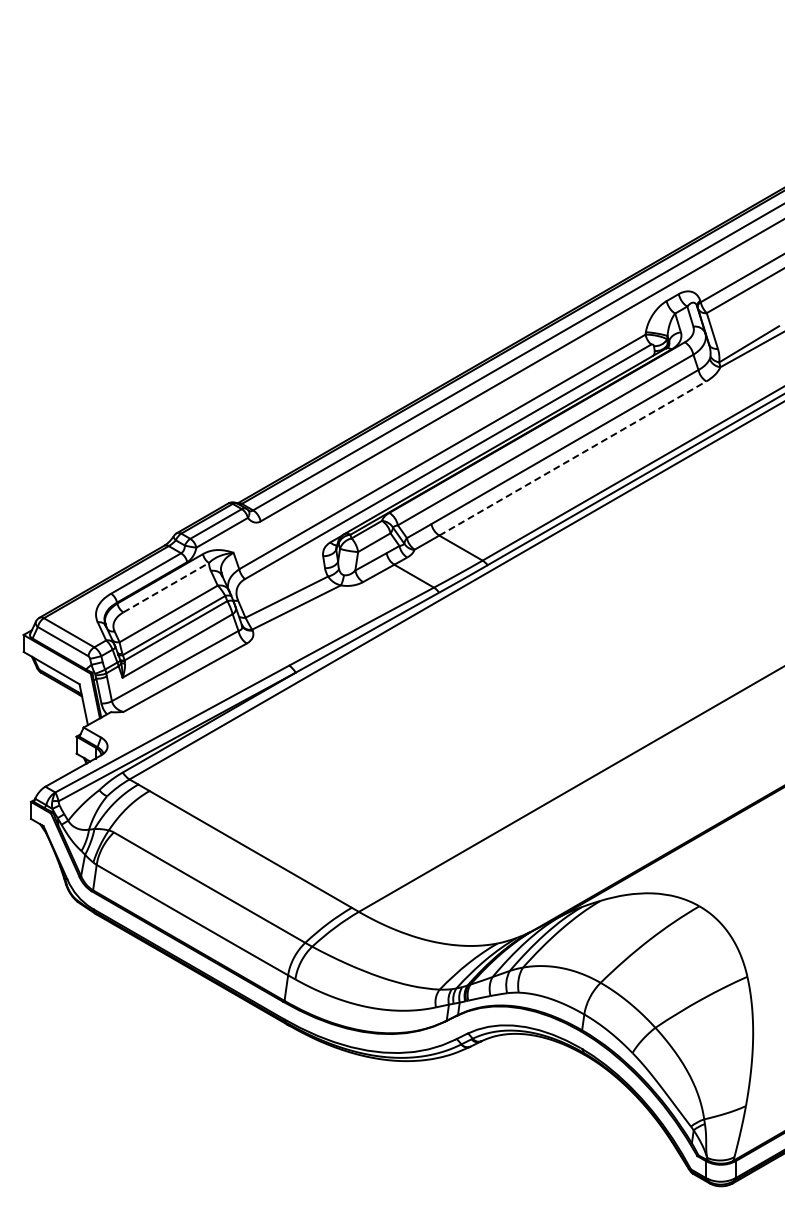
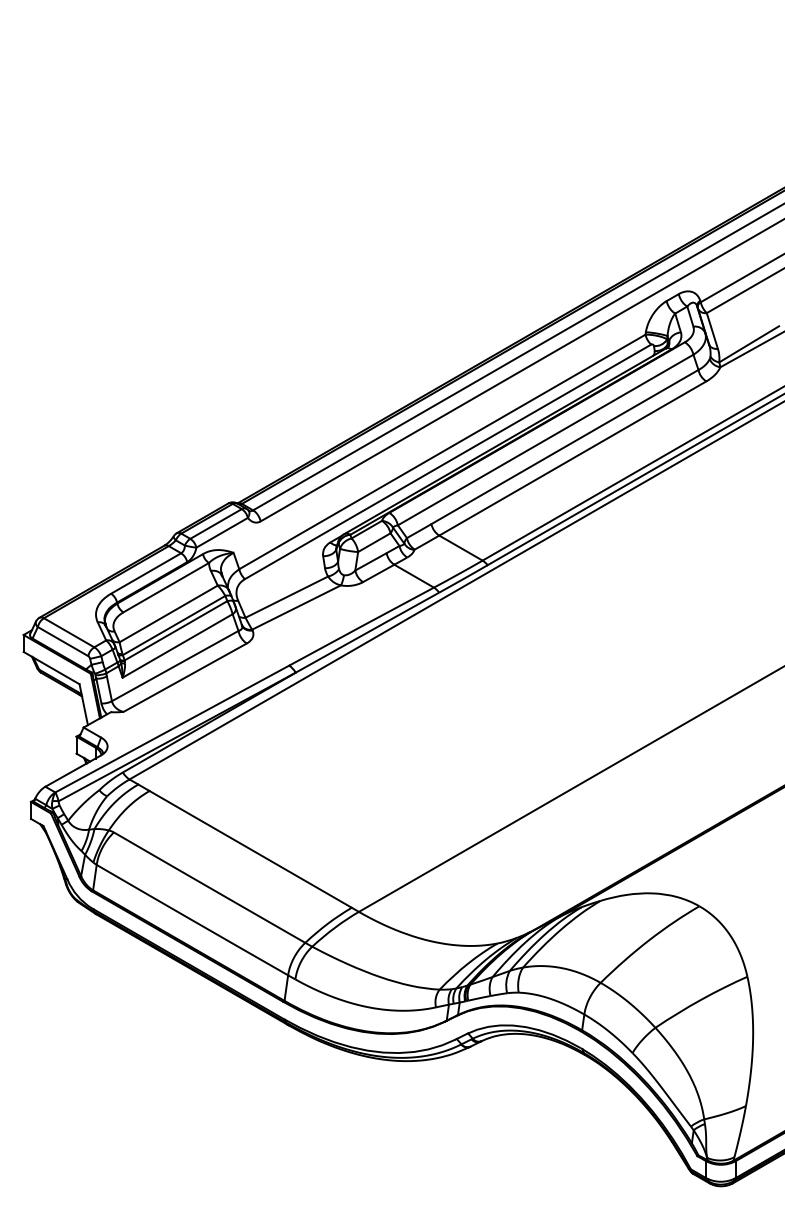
line at (573, 458): dashed -> solid
line at (166, 587): dashed -> solid
